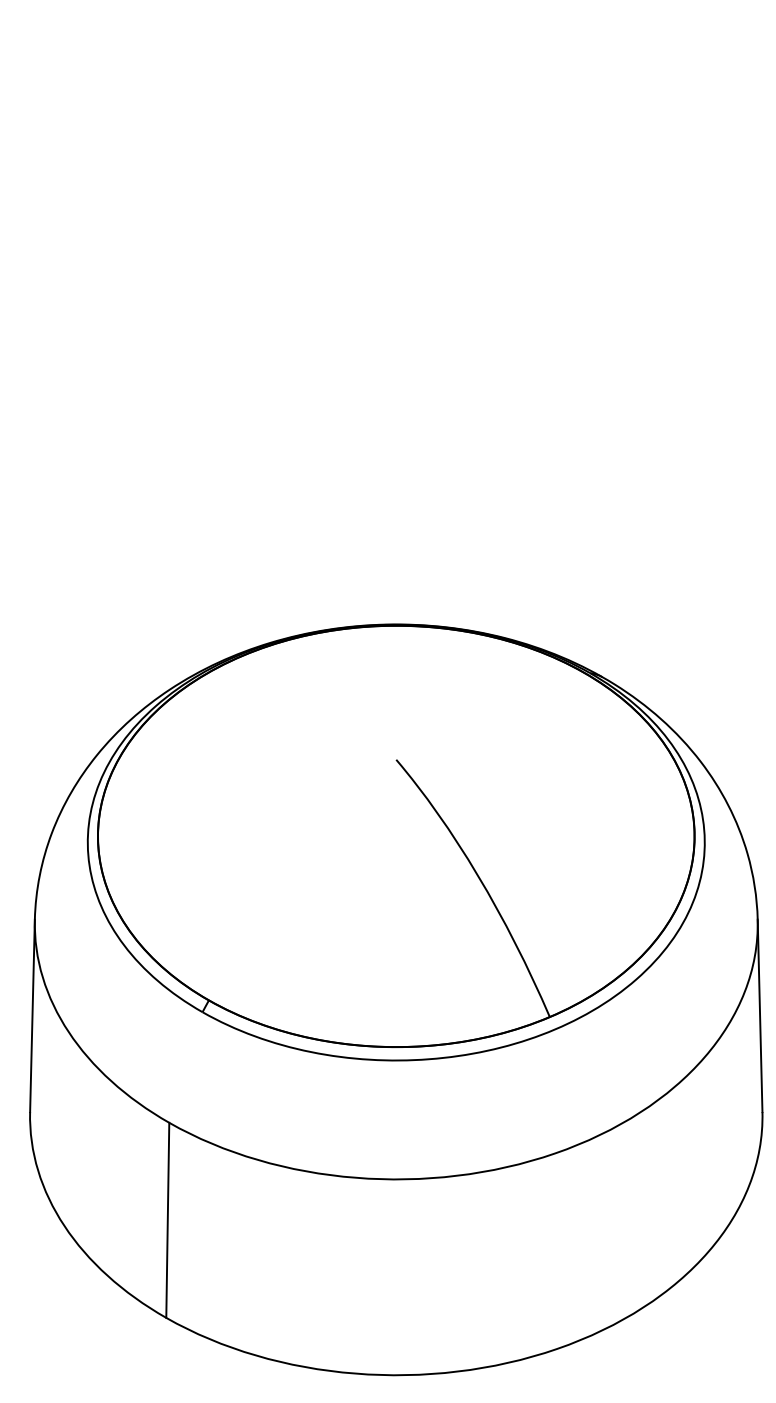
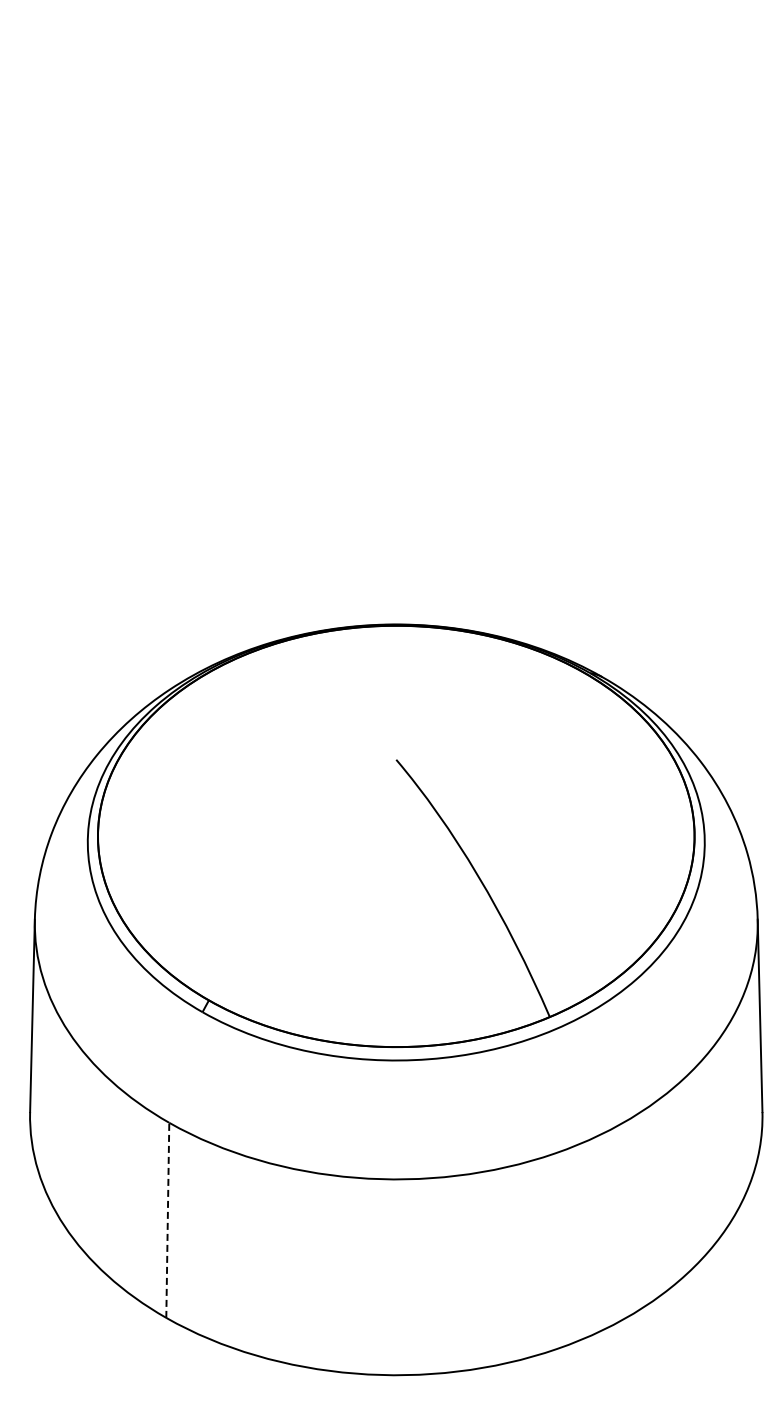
line at (167, 1220): solid -> dashed
